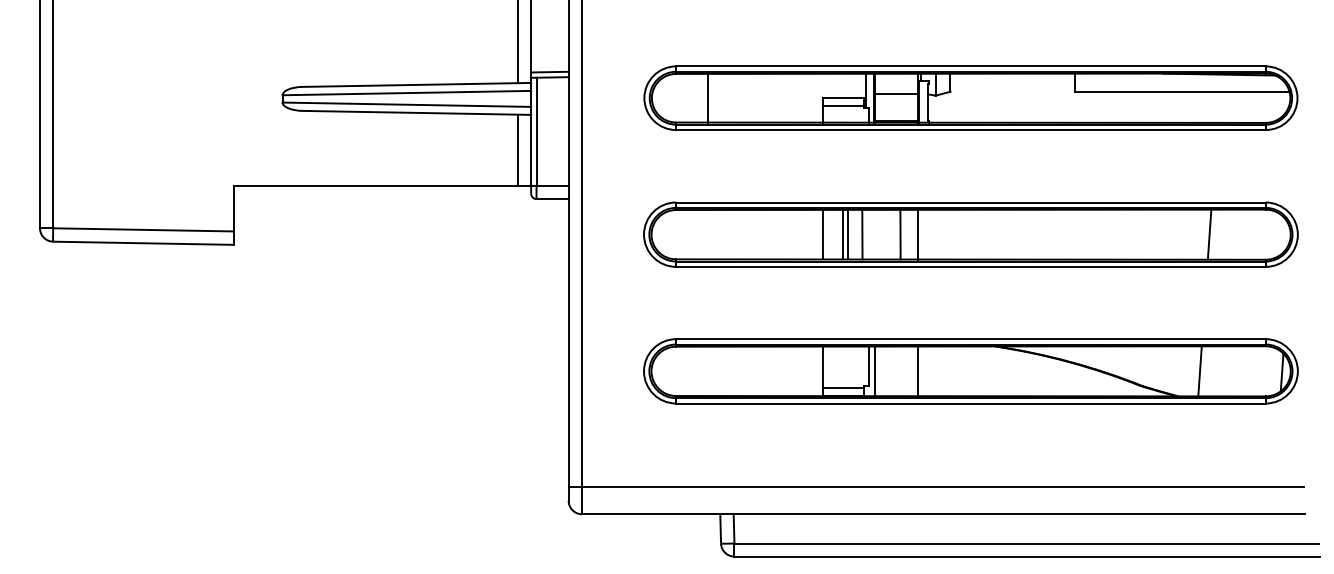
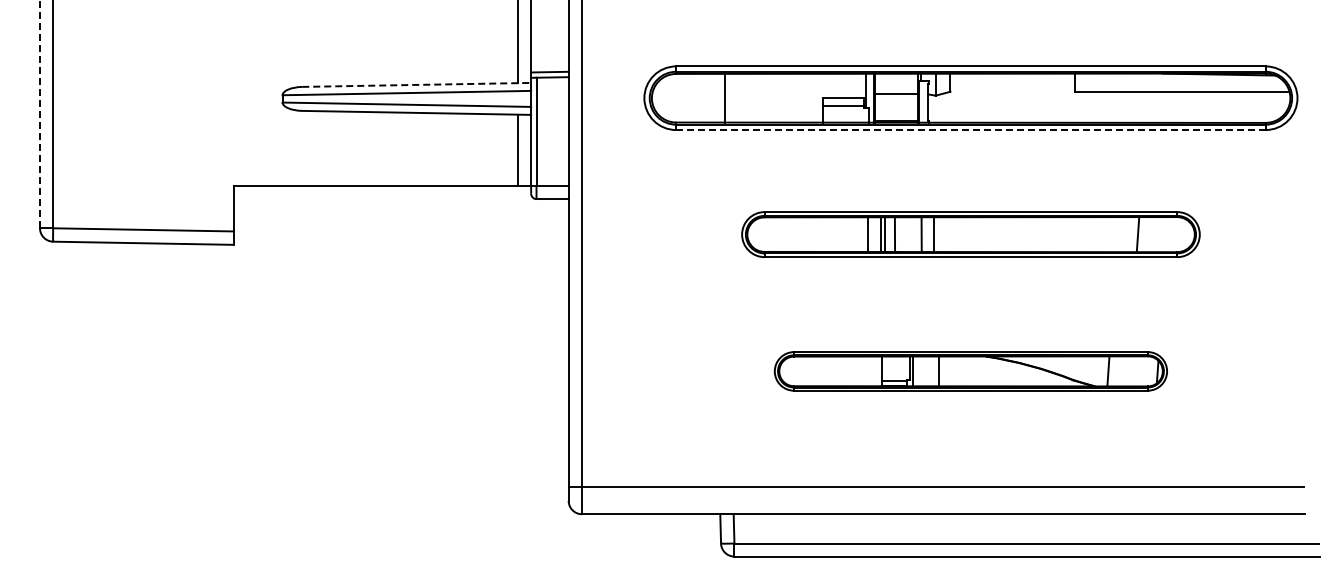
line at (417, 84): solid -> dashed
line at (708, 97) position: (708, 97) -> (725, 97)
line at (40, 114): solid -> dashed
line at (970, 130): solid -> dashed
part at (970, 234) size: 656x67 px -> 460x47 px
part at (970, 371) size: 656x67 px -> 395x41 px
